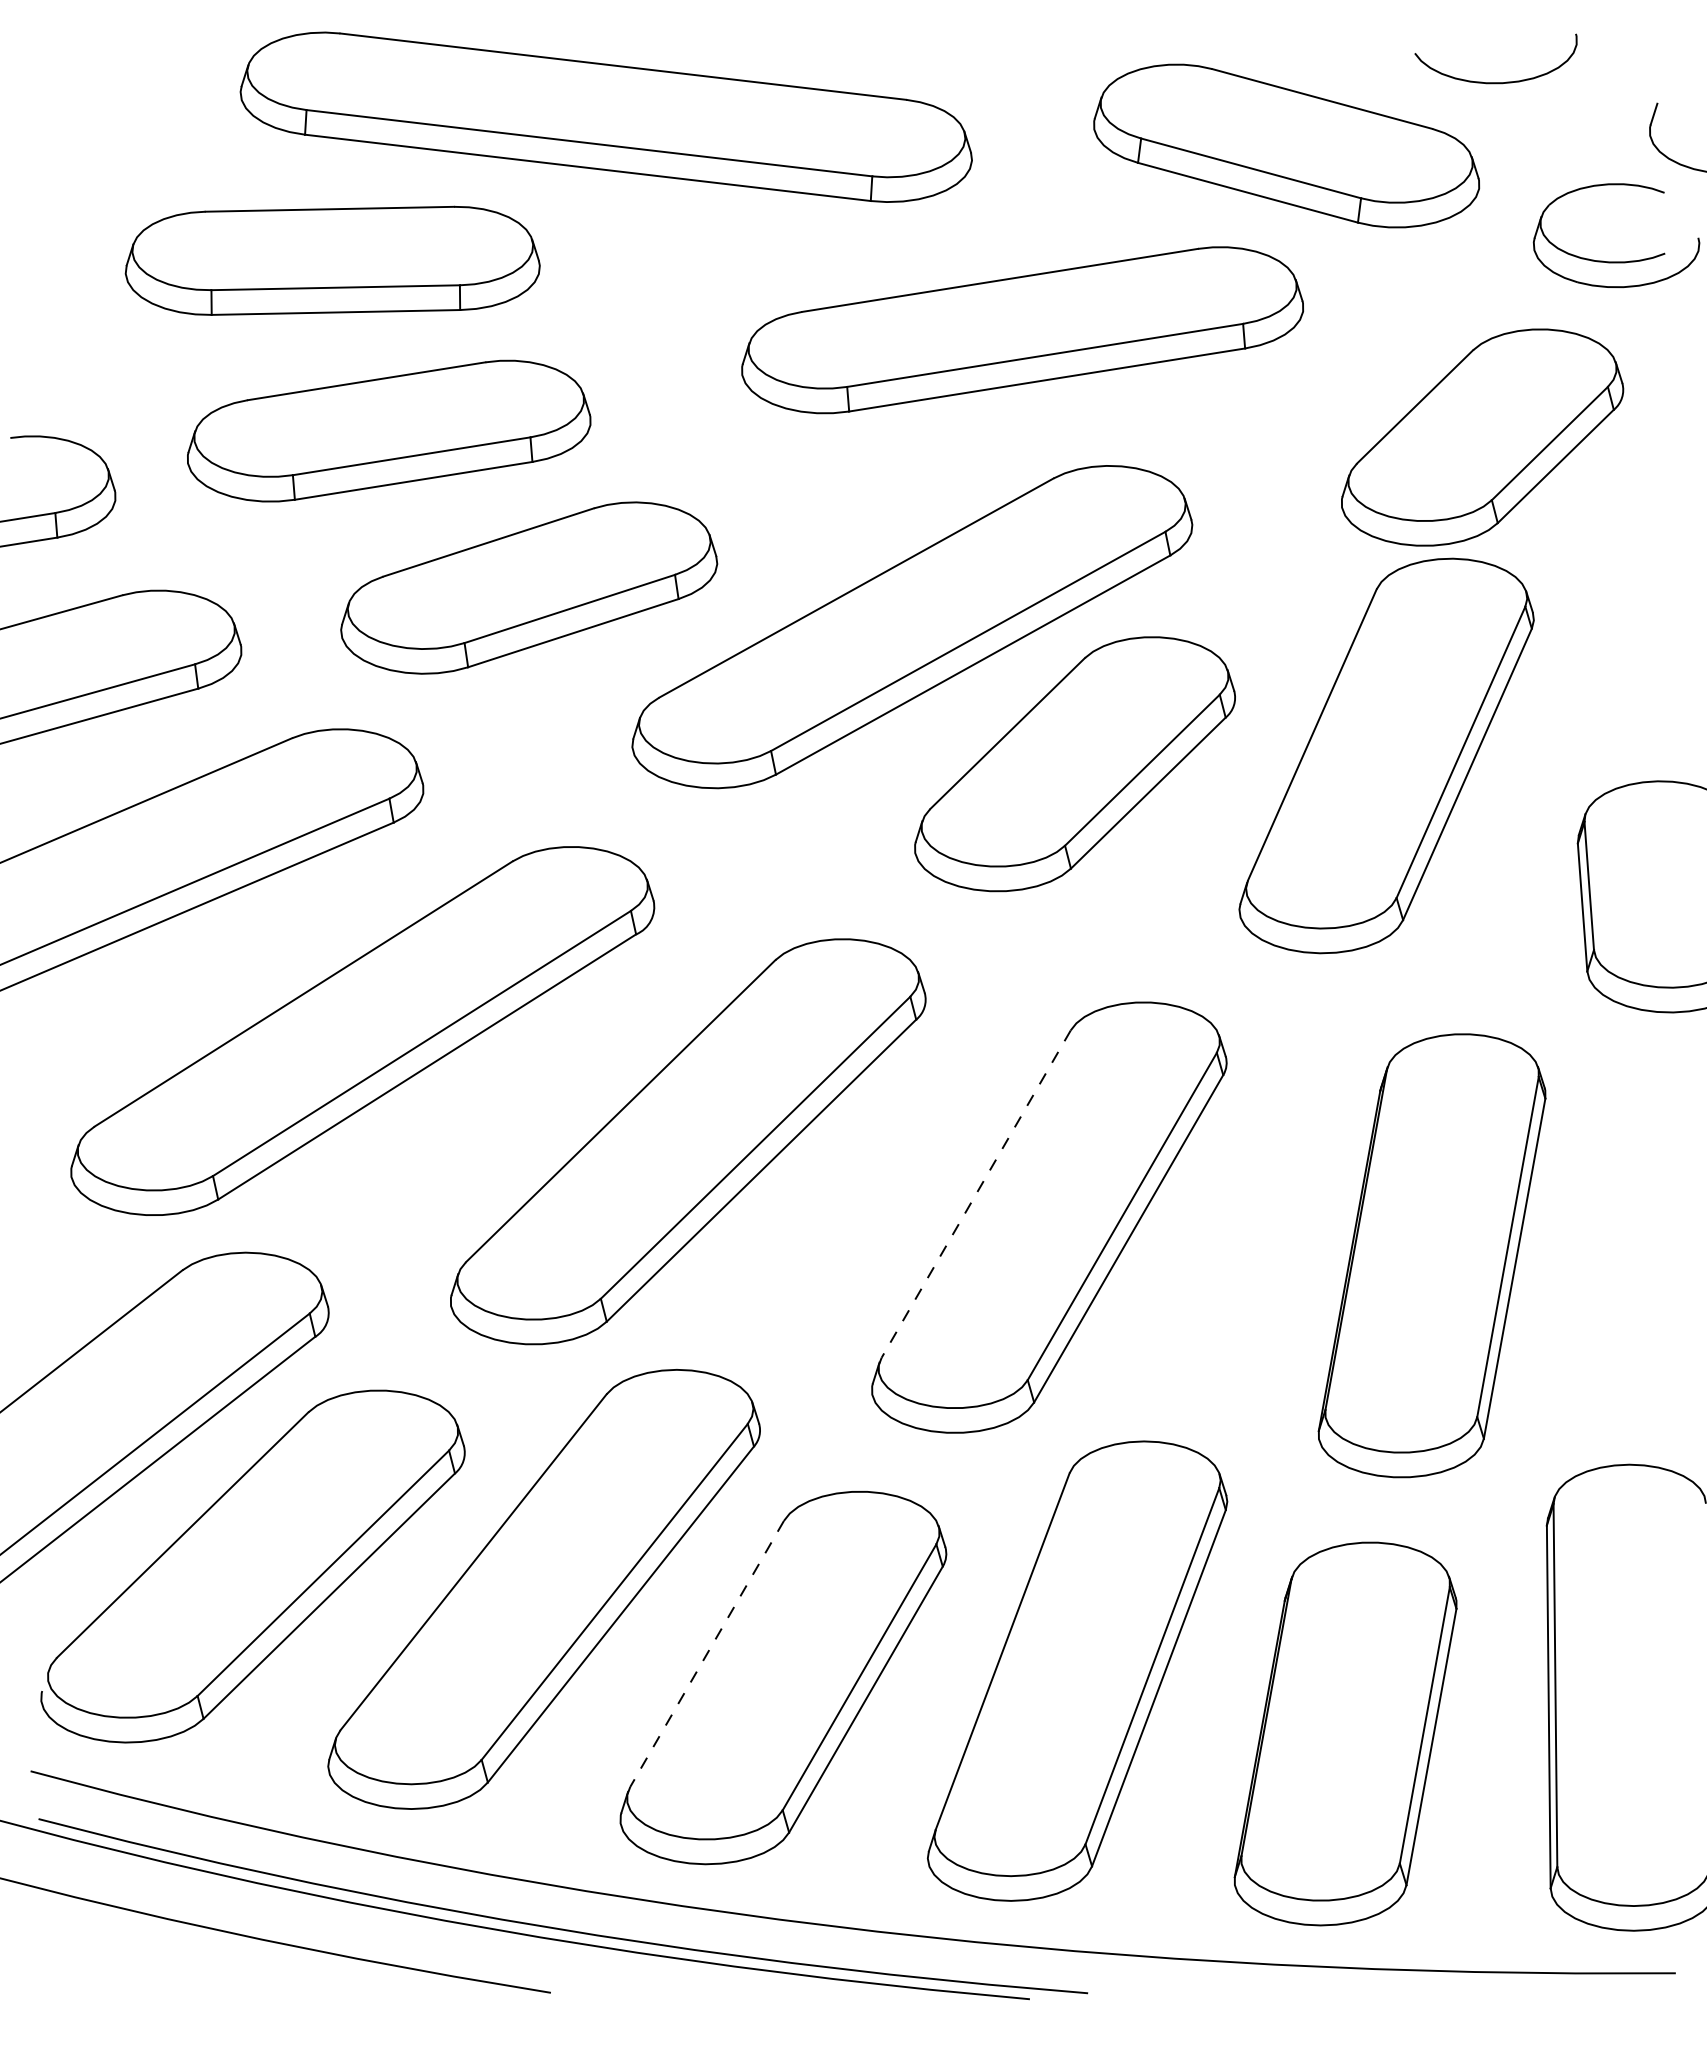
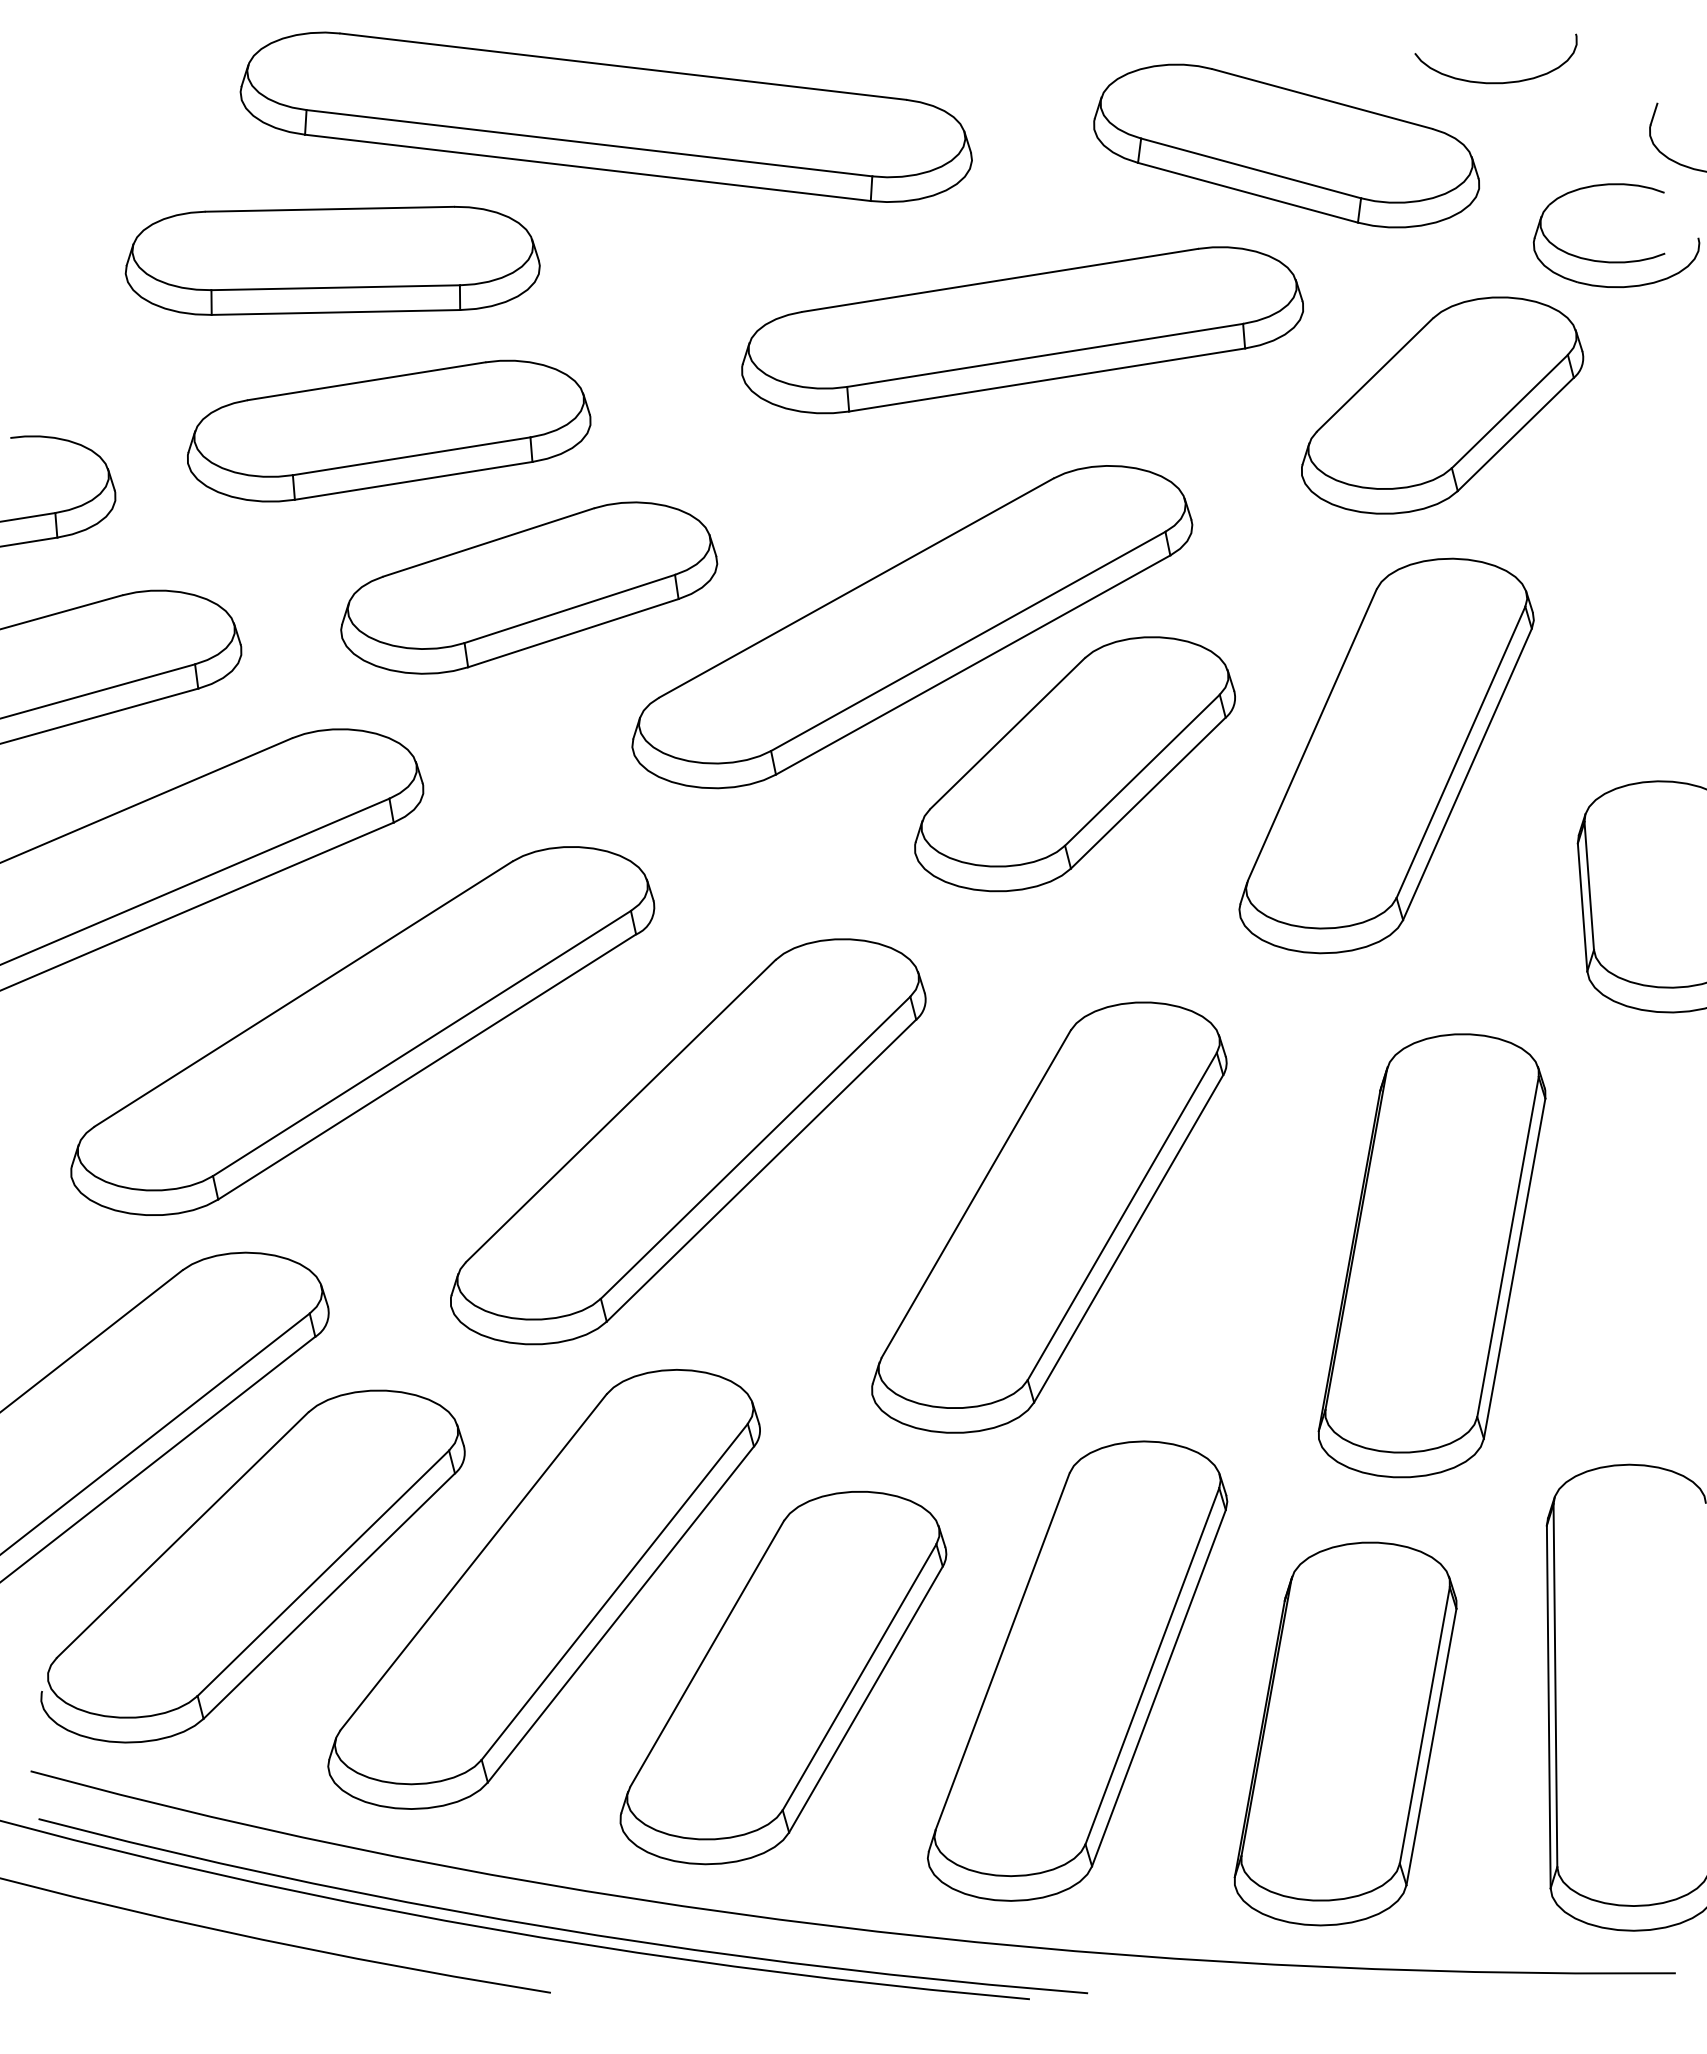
part at (1482, 437) position: (1482, 437) -> (1442, 405)
line at (975, 1194): dashed -> solid
line at (707, 1653): dashed -> solid
